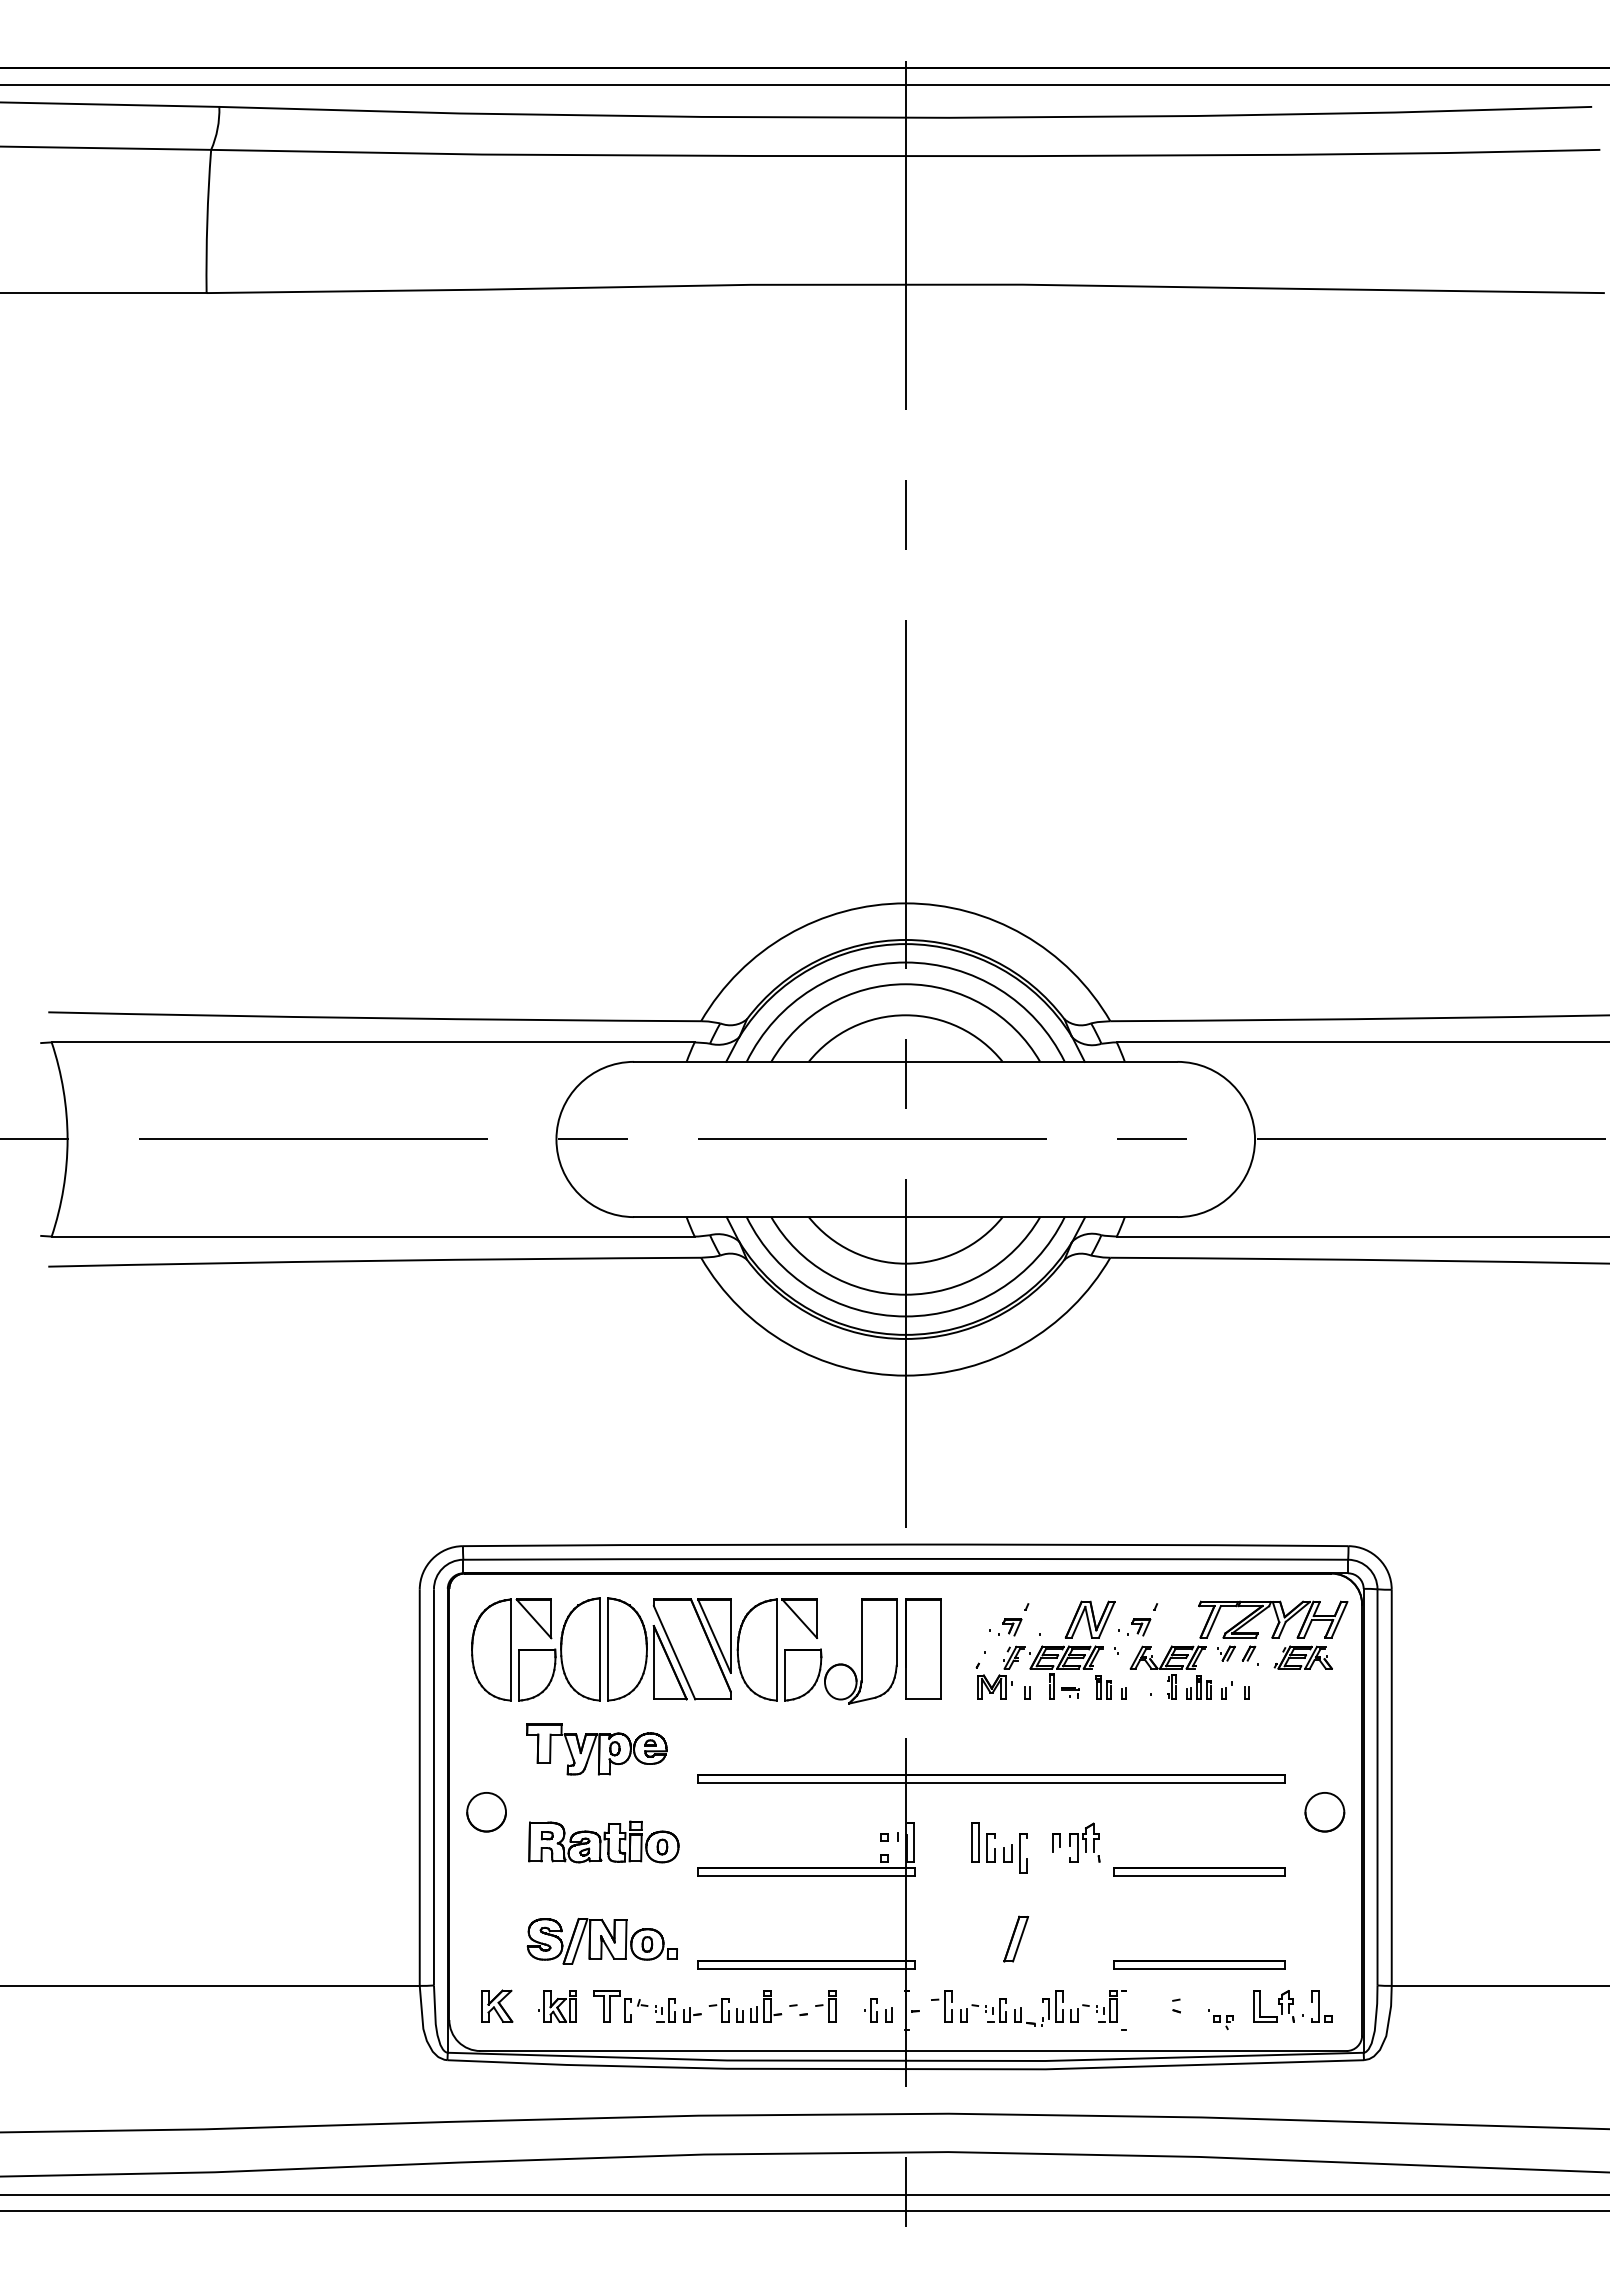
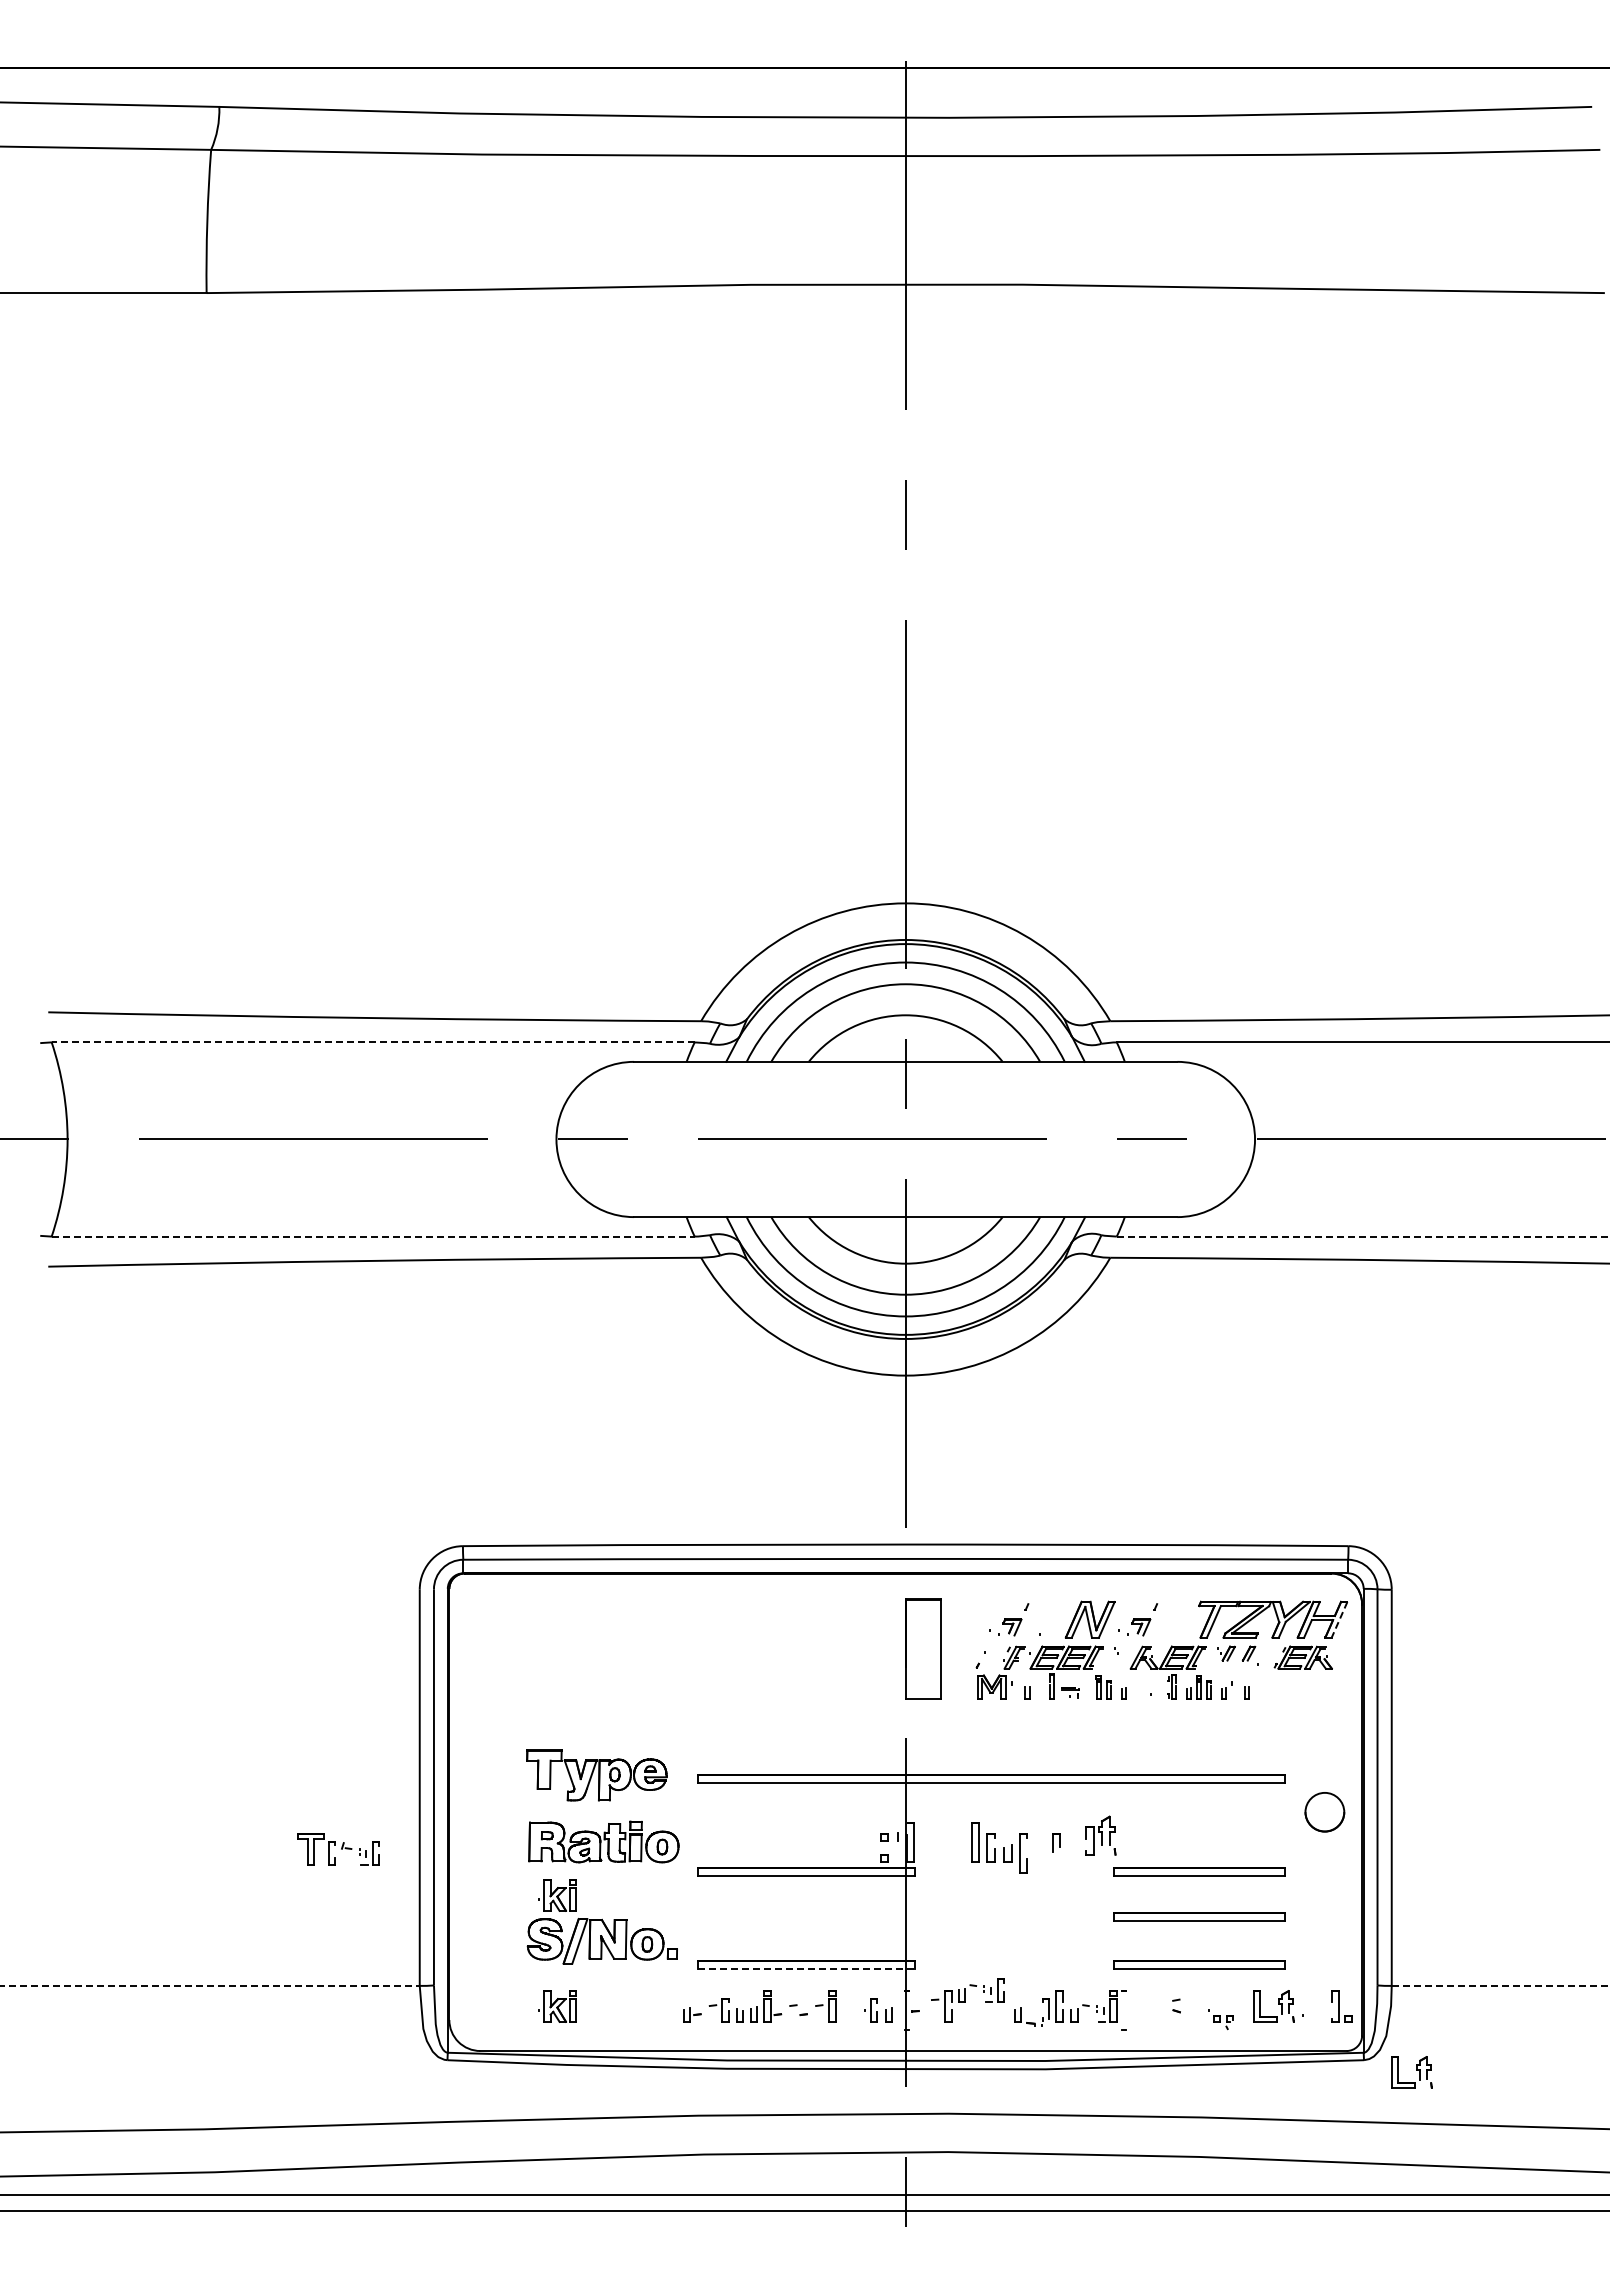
line at (804, 84): present -> none
line at (372, 1042): solid -> dashed
line at (373, 1236): solid -> dashed
line at (1363, 1236): solid -> dashed
line at (1339, 1620): solid -> dashed
part at (684, 1650): present -> none
part at (596, 1749) position: (596, 1749) -> (596, 1775)
circle at (486, 1812): present -> none
part at (1084, 1842) position: (1084, 1842) -> (1100, 1835)
part at (557, 1895): none -> present
part at (1199, 1916): none -> present
part at (1016, 1938): present -> none
line at (806, 1969): solid -> dashed
line at (210, 1985): solid -> dashed
line at (1500, 1985): solid -> dashed
part at (497, 2005): present -> none
part at (634, 2006) position: (634, 2006) -> (338, 1849)
part at (1321, 2006) position: (1321, 2006) -> (1341, 2006)
part at (983, 2010) position: (983, 2010) -> (981, 1990)
part at (1411, 2072): none -> present
